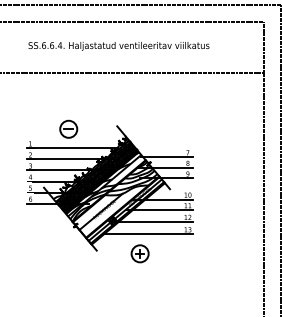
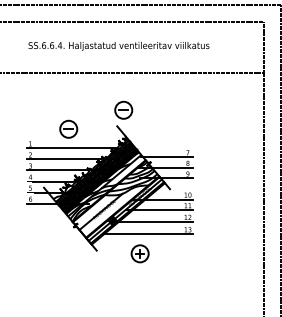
part at (123, 109): none -> present
